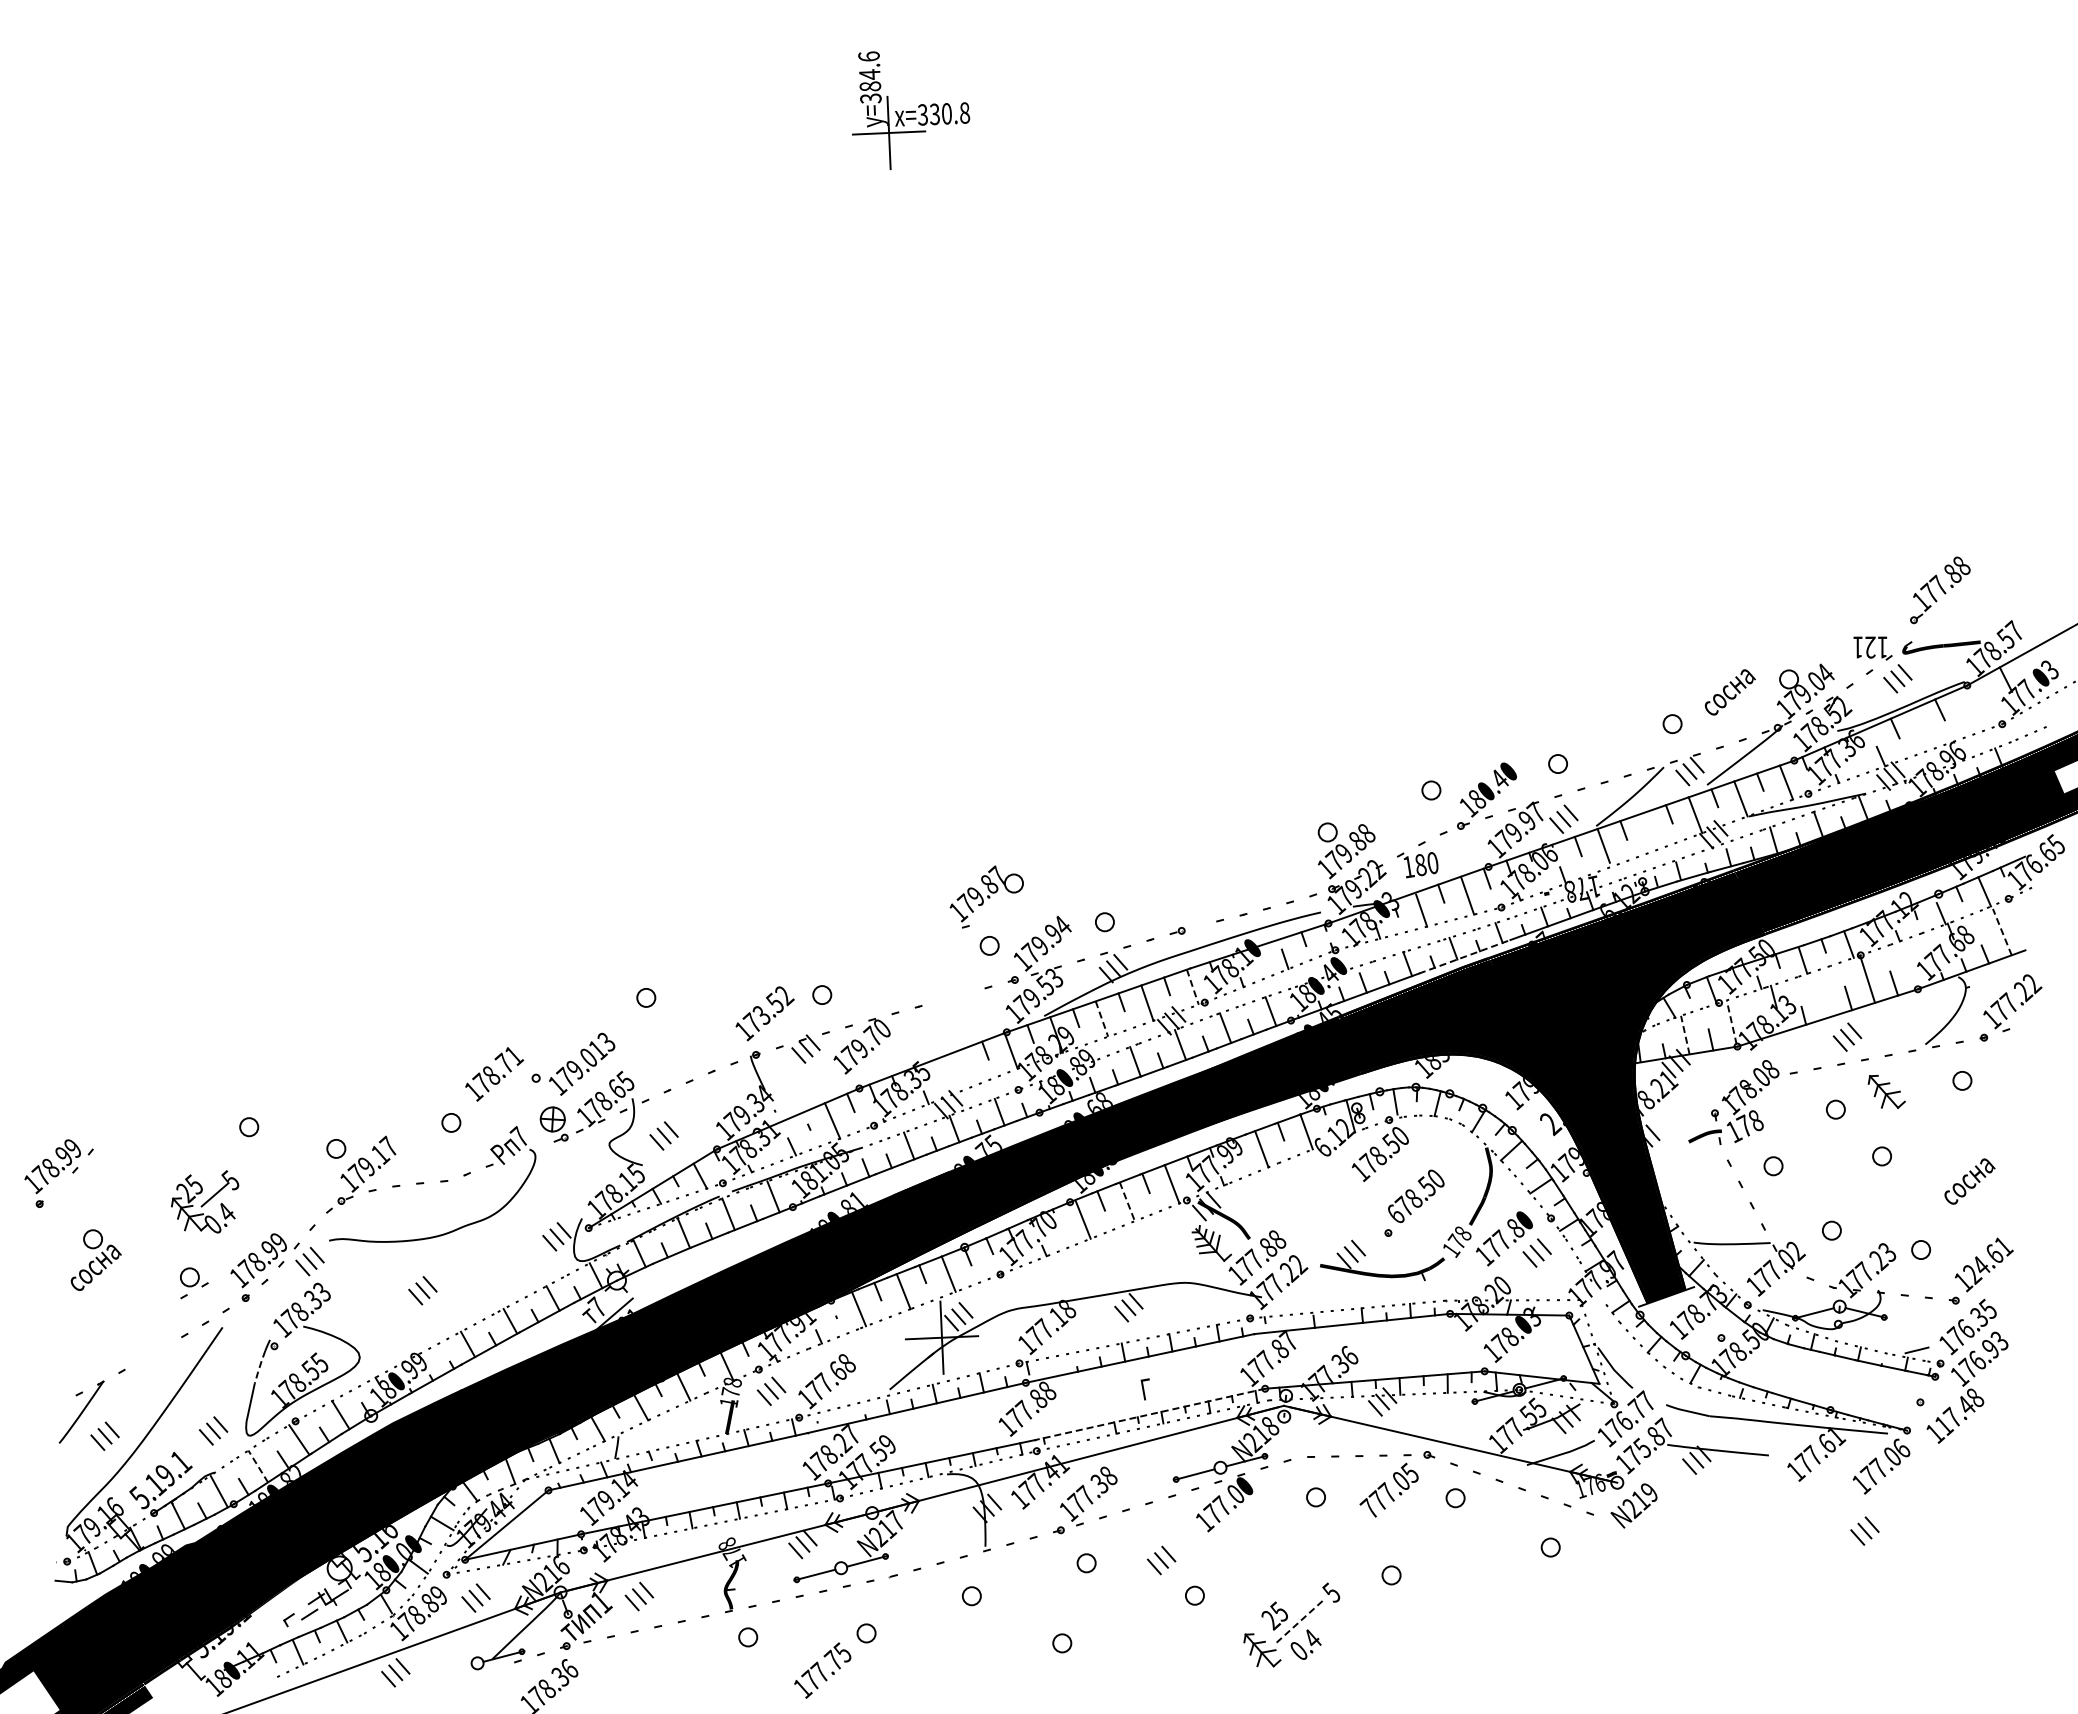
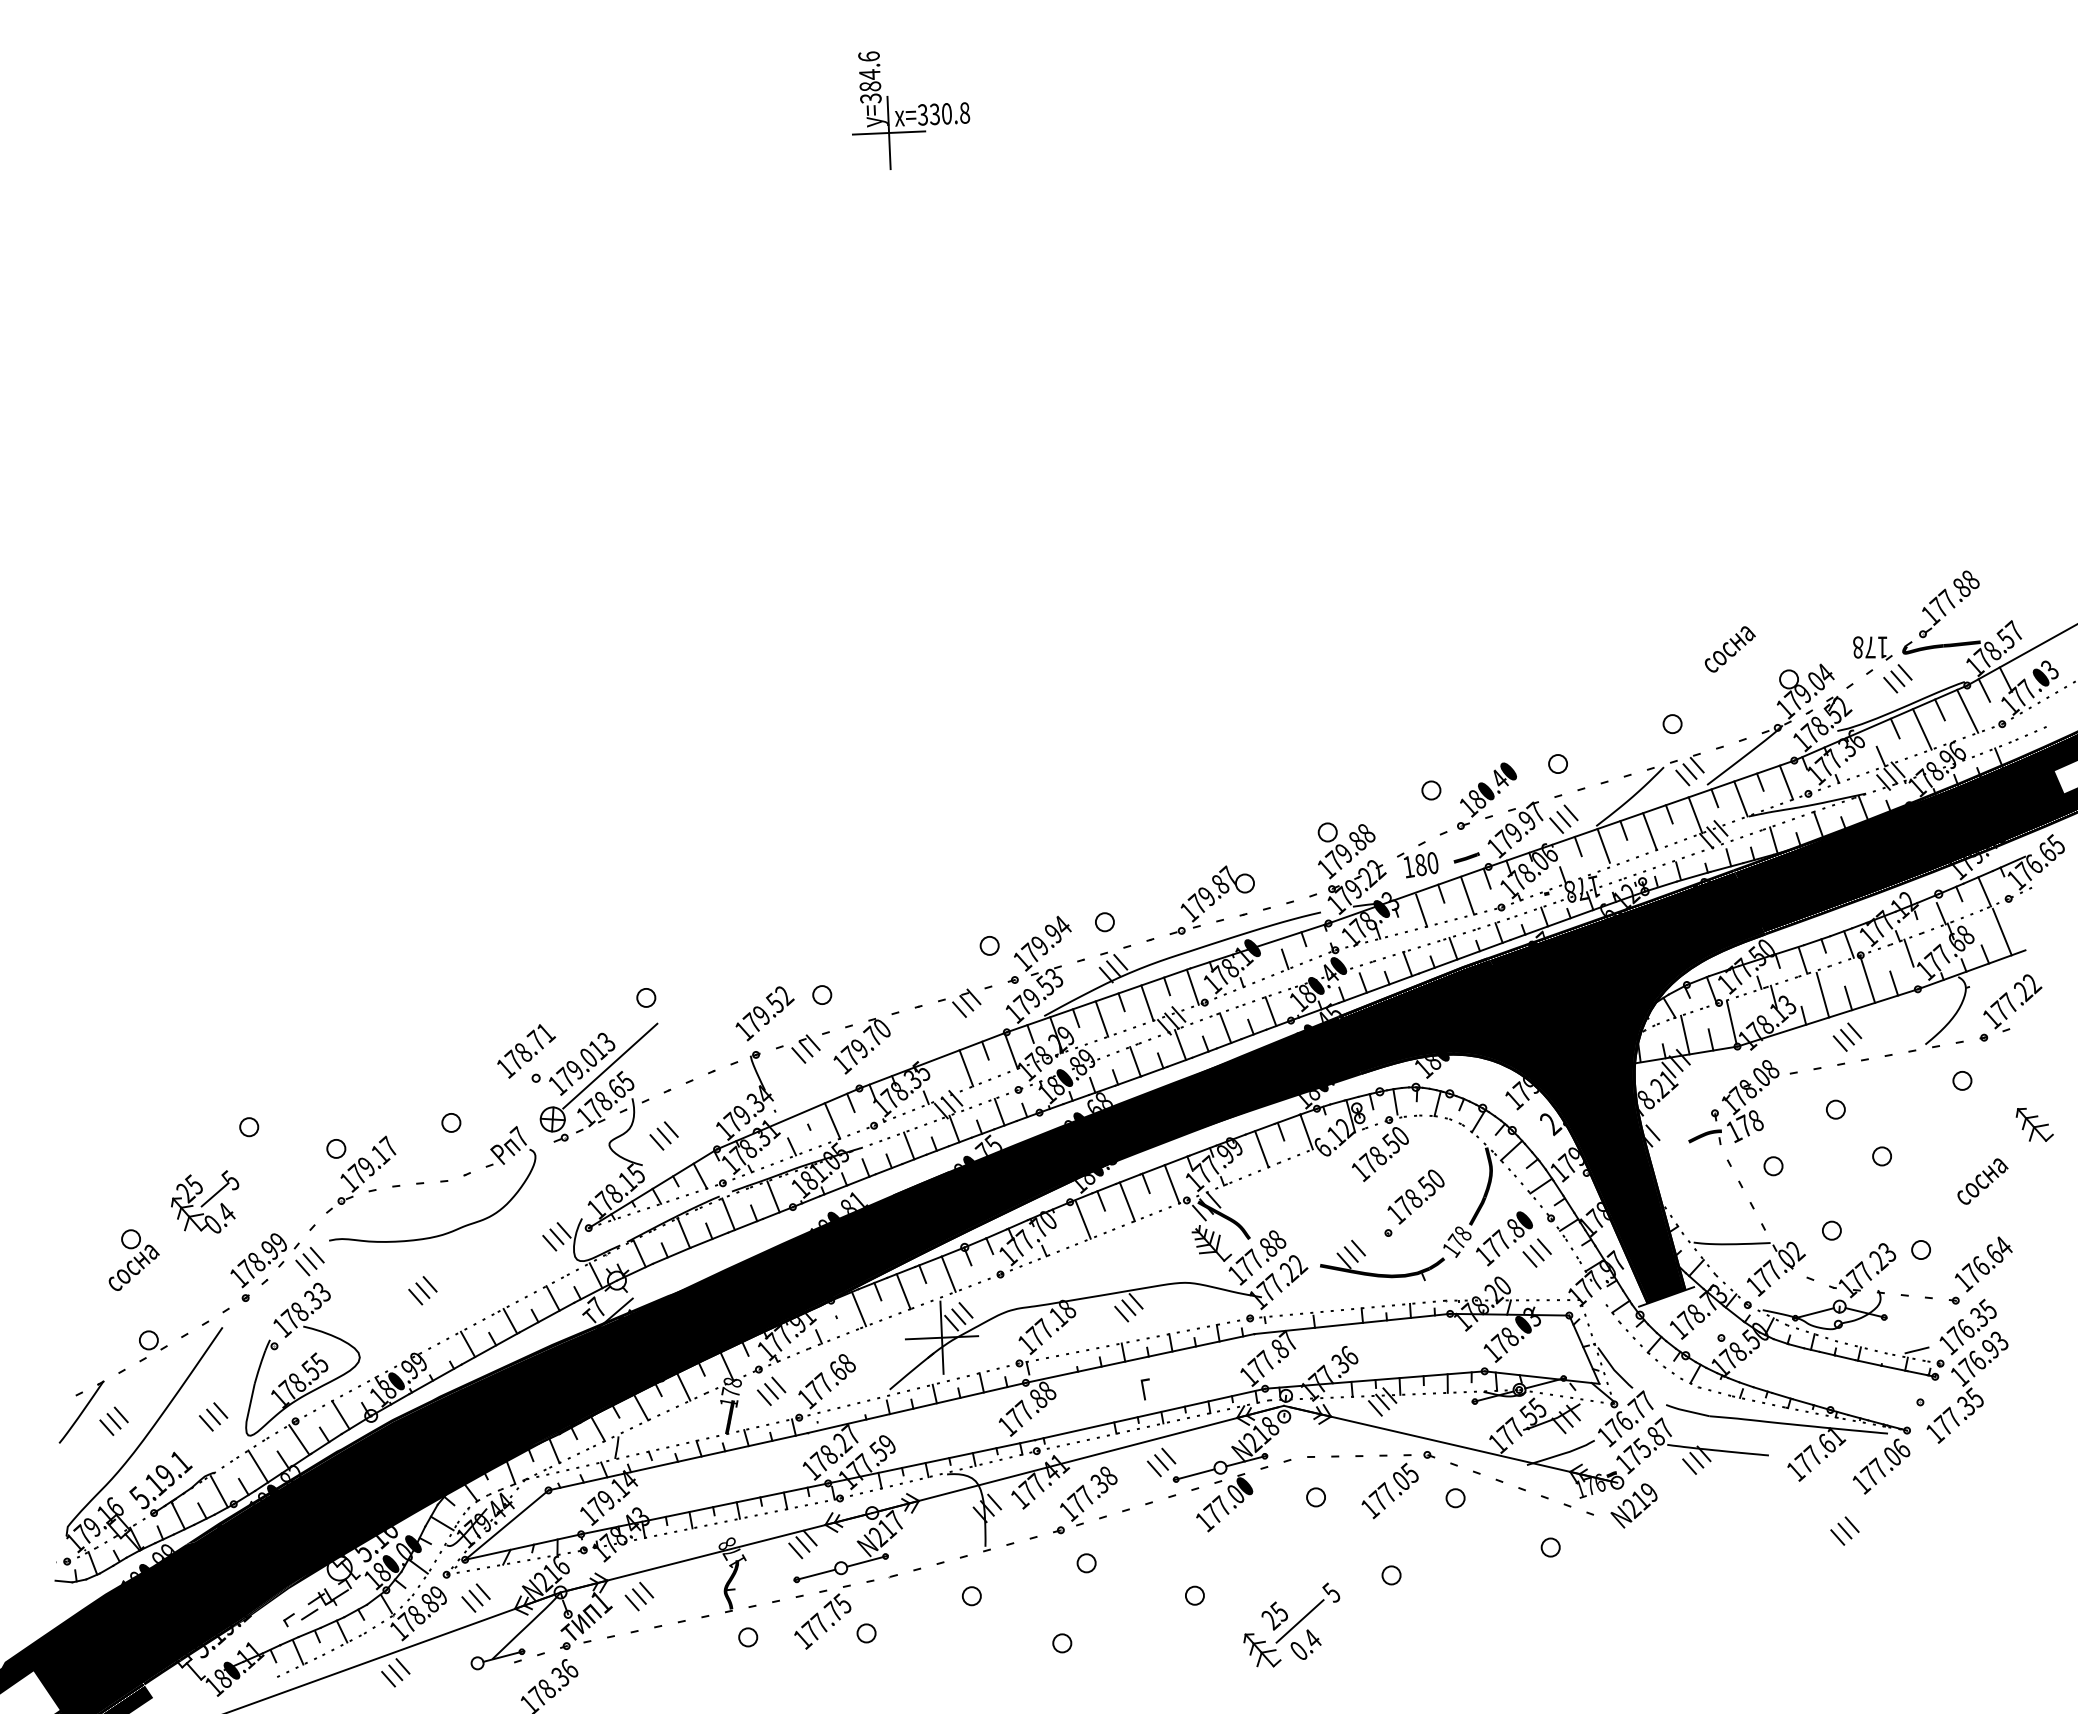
part at (1940, 590) position: (1940, 590) -> (1949, 604)
text at (1864, 647): 121 -> 178
line at (1984, 690): none -> present
text at (1729, 692) position: (1729, 692) -> (1729, 649)
line at (1967, 710): none -> present
line at (1921, 729): none -> present
line at (1649, 831): none -> present
line at (1466, 857): none -> present
part at (986, 896) position: (986, 896) -> (1217, 896)
line at (2002, 931): dashed -> solid
line at (1908, 952): none -> present
line at (1464, 956): dashed -> solid
line at (1192, 987): dashed -> solid
line at (1822, 994): none -> present
part at (959, 1002): none -> present
text at (761, 1015): 173.52 -> 179.52
line at (1101, 1019): dashed -> solid
line at (1731, 1022): dashed -> solid
line at (1685, 1035): dashed -> solid
text at (1443, 1059): 185.03 -> 180.03
line at (610, 1065): none -> present
line at (966, 1068): none -> present
text at (494, 1074) position: (494, 1074) -> (526, 1051)
part at (1886, 1091) position: (1886, 1091) -> (2034, 1124)
part at (58, 1173): present -> none
text at (1969, 1181) position: (1969, 1181) -> (1982, 1181)
line at (1127, 1201): dashed -> solid
text at (1396, 1214): 678.50 -> 178.50
part at (95, 1259) position: (95, 1259) -> (133, 1259)
text at (1987, 1260): 124.61 -> 176.64
part at (194, 1283) position: (194, 1283) -> (153, 1346)
line at (259, 1367): dashed -> solid
fill at (454, 1408): none -> present
text at (1958, 1411): 117.48 -> 177.35
line at (1150, 1414): dashed -> solid
part at (213, 1430) position: (213, 1430) -> (213, 1416)
part at (104, 1435) position: (104, 1435) -> (113, 1420)
line at (258, 1466): dashed -> solid
text at (1369, 1508): 777.05 -> 177.05
fill at (405, 1525): none -> present
part at (1864, 1530) position: (1864, 1530) -> (1844, 1530)
part at (1161, 1560) position: (1161, 1560) -> (1161, 1462)
line at (1300, 1621): dashed -> solid
text at (822, 1670) position: (822, 1670) -> (822, 1621)
